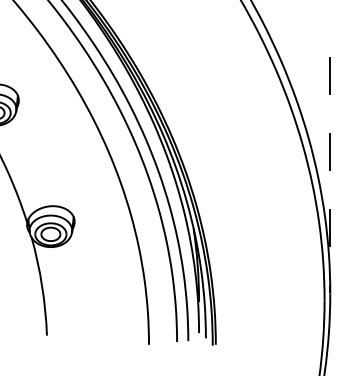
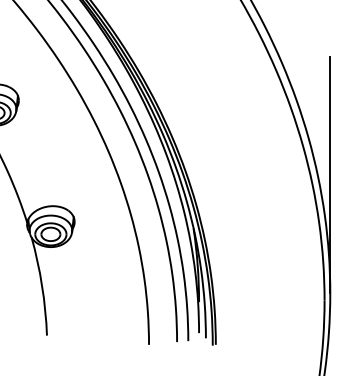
line at (330, 175): dashed -> solid
